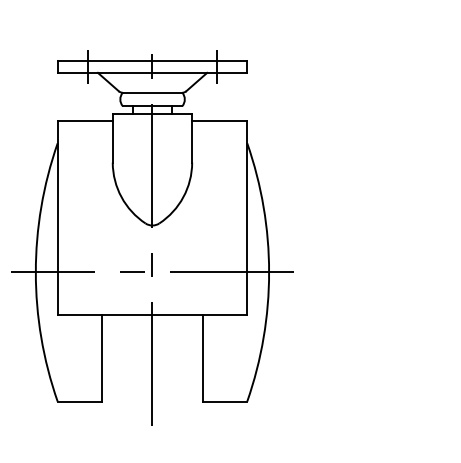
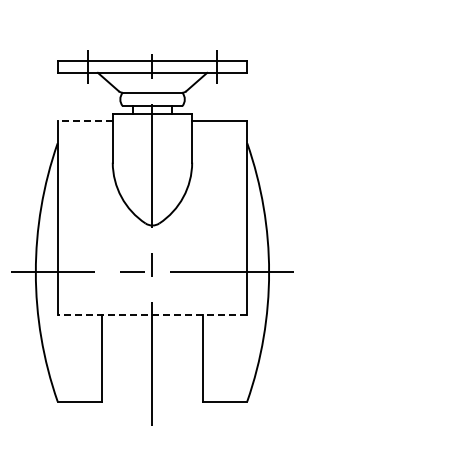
line at (85, 121): solid -> dashed
line at (152, 314): solid -> dashed
